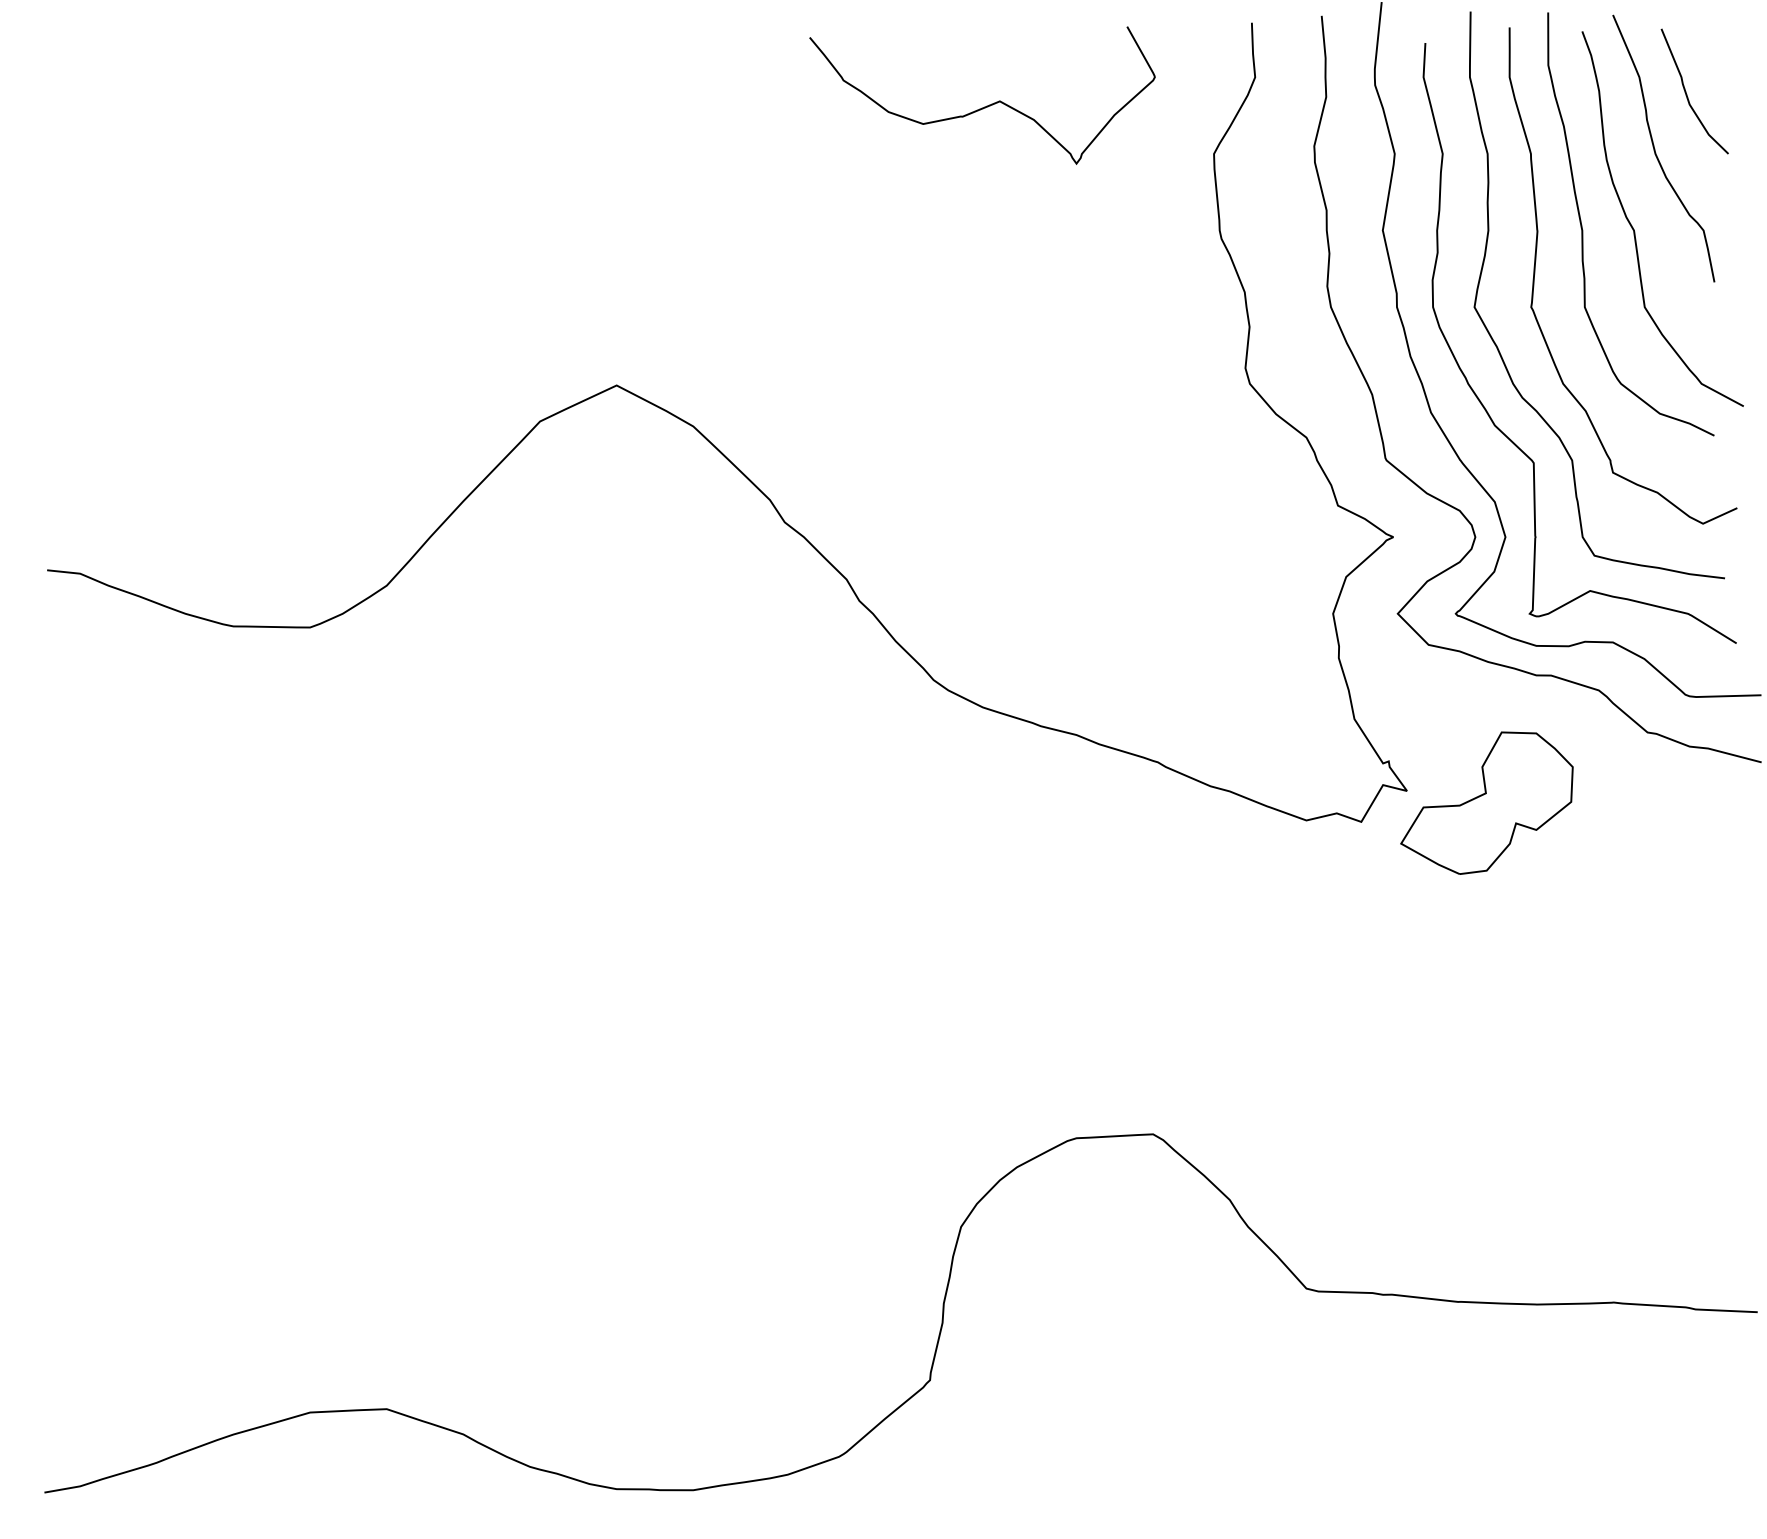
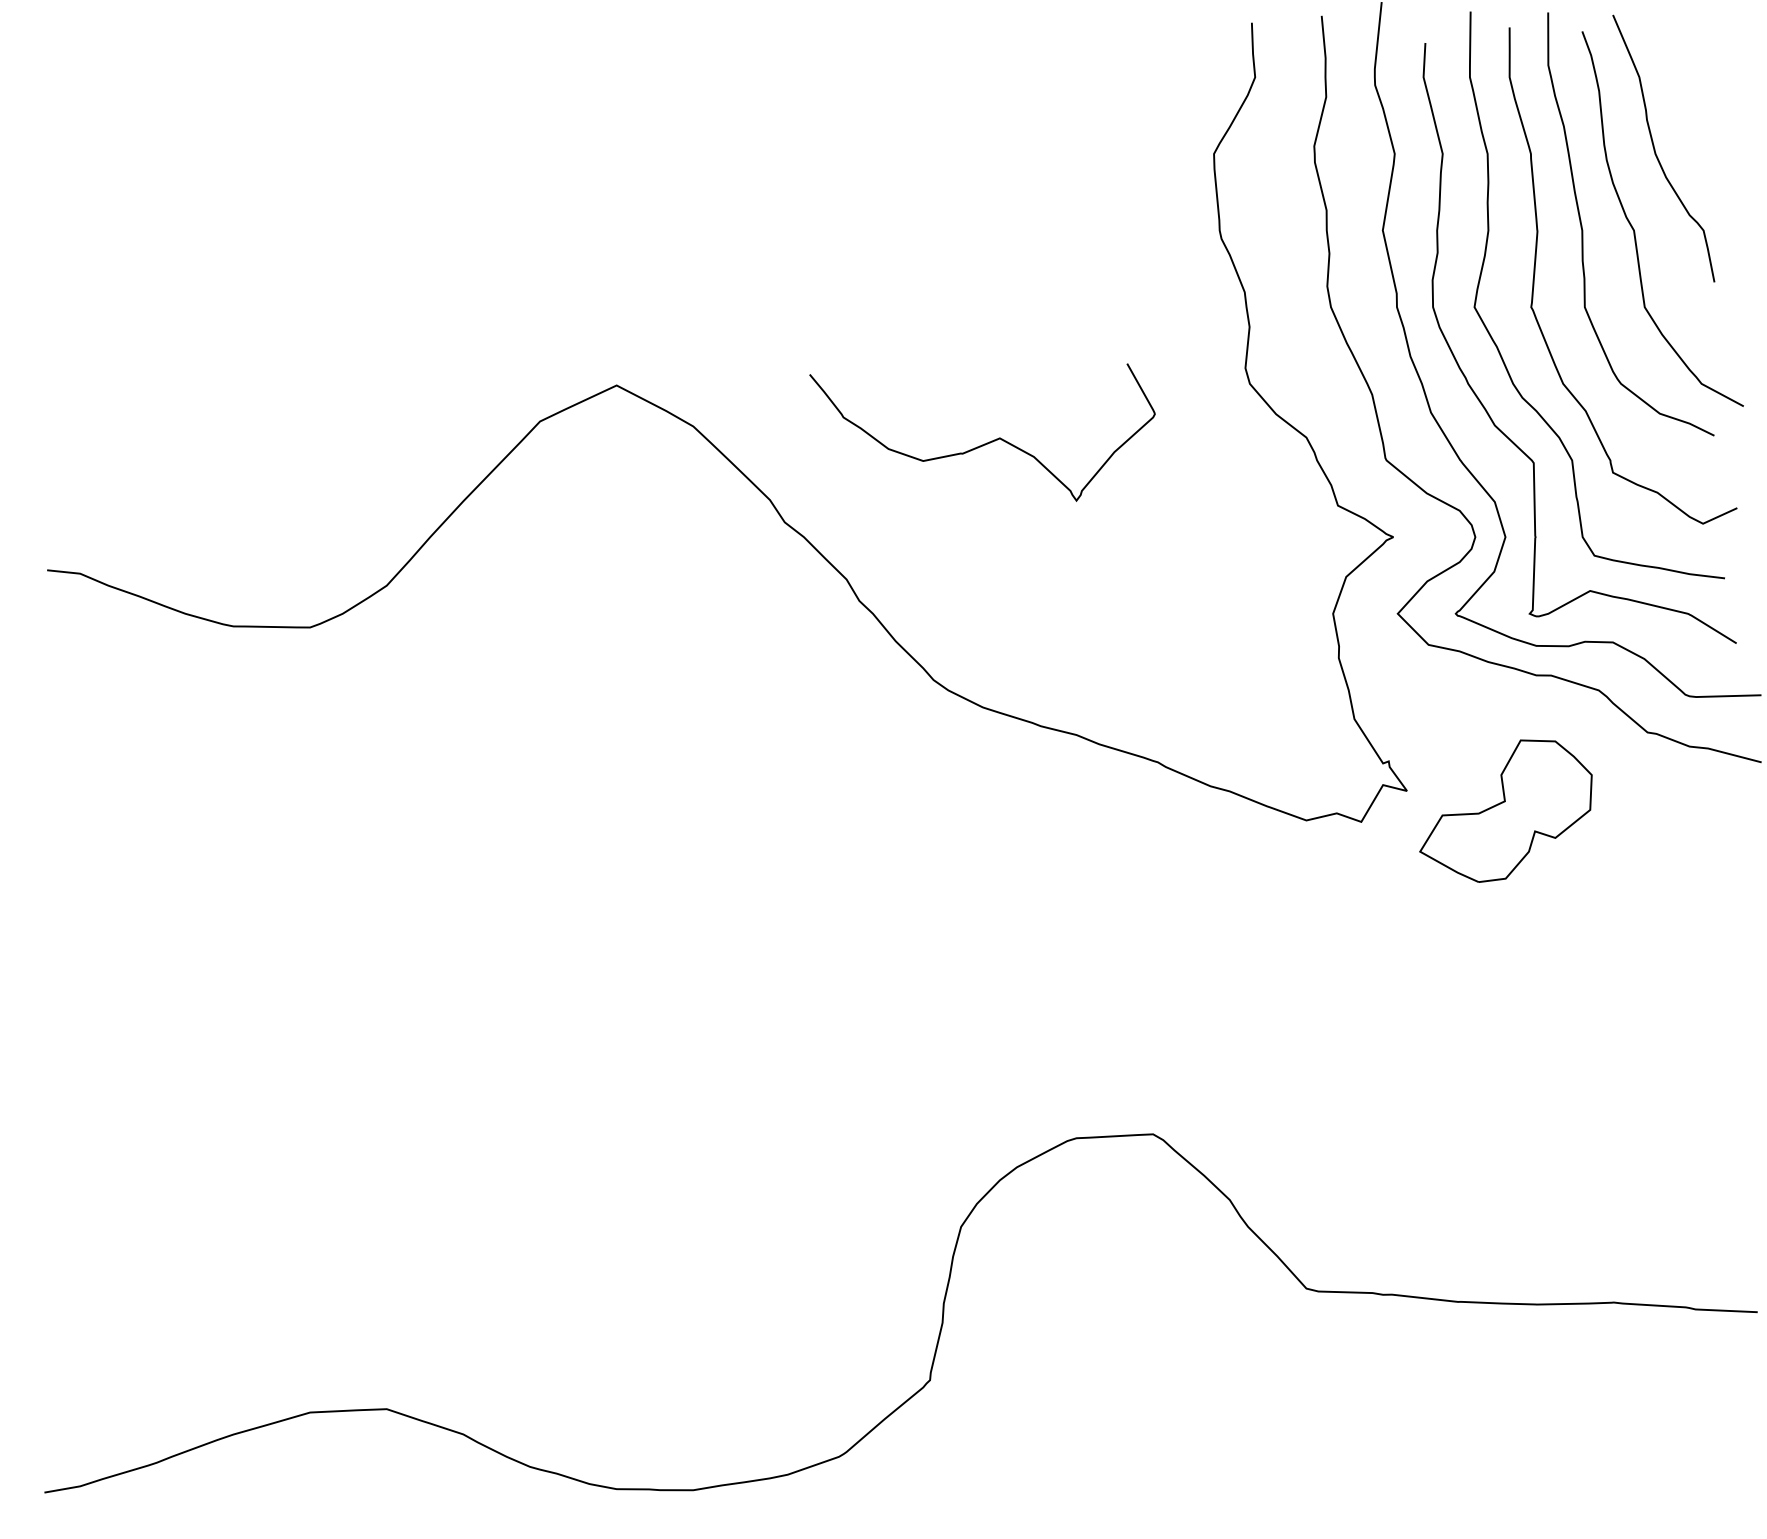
curve at (1687, 94): present -> none
curve at (986, 105) position: (986, 105) -> (986, 442)
part at (1486, 802) position: (1486, 802) -> (1505, 810)
